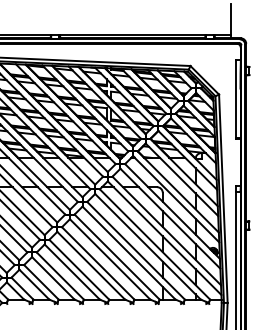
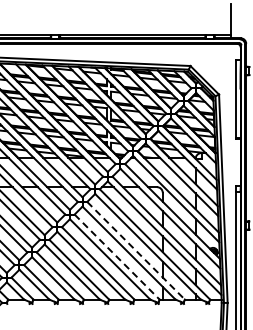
line at (136, 251): solid -> dashed
line at (117, 257): solid -> dashed
